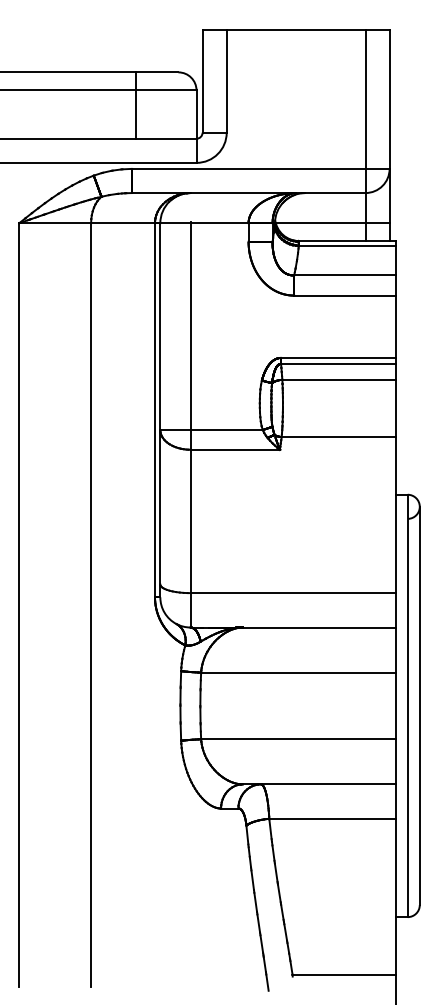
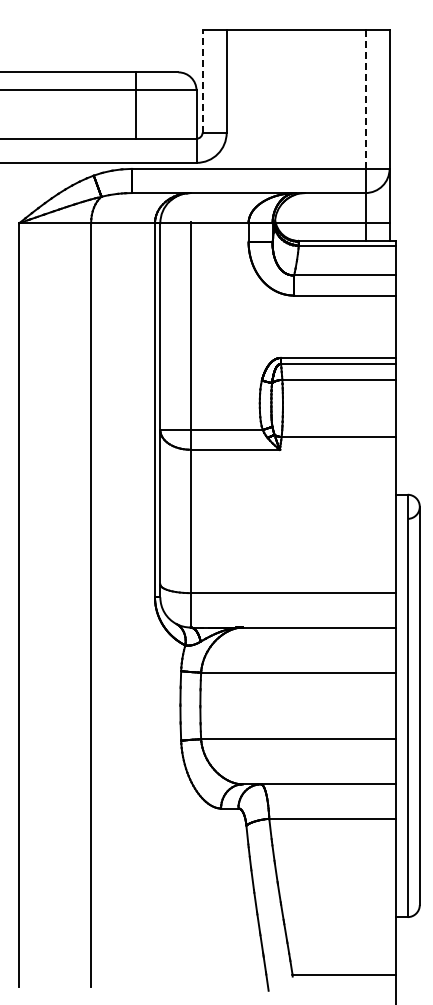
line at (202, 80): solid -> dashed
line at (365, 99): solid -> dashed
